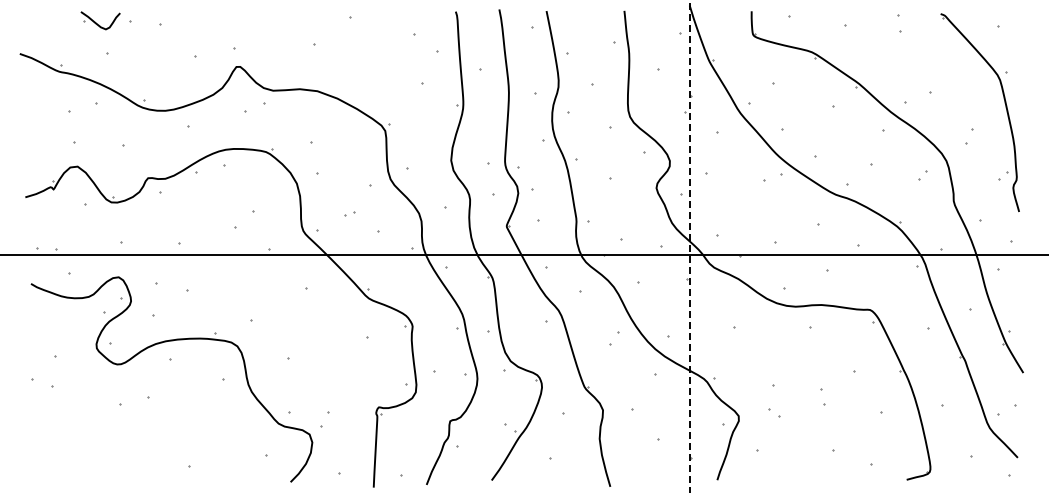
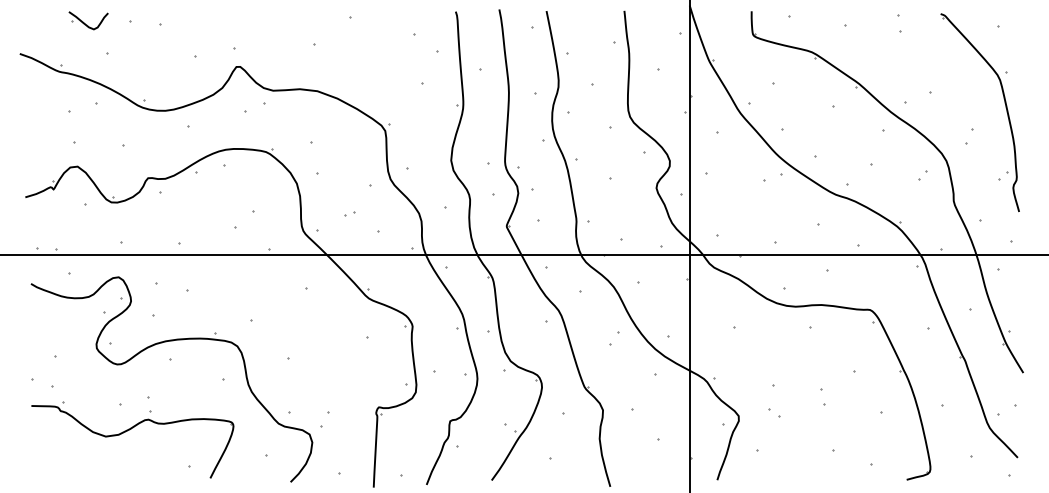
part at (100, 20) position: (100, 20) -> (88, 20)
line at (689, 246): dashed -> solid
part at (127, 431): none -> present
